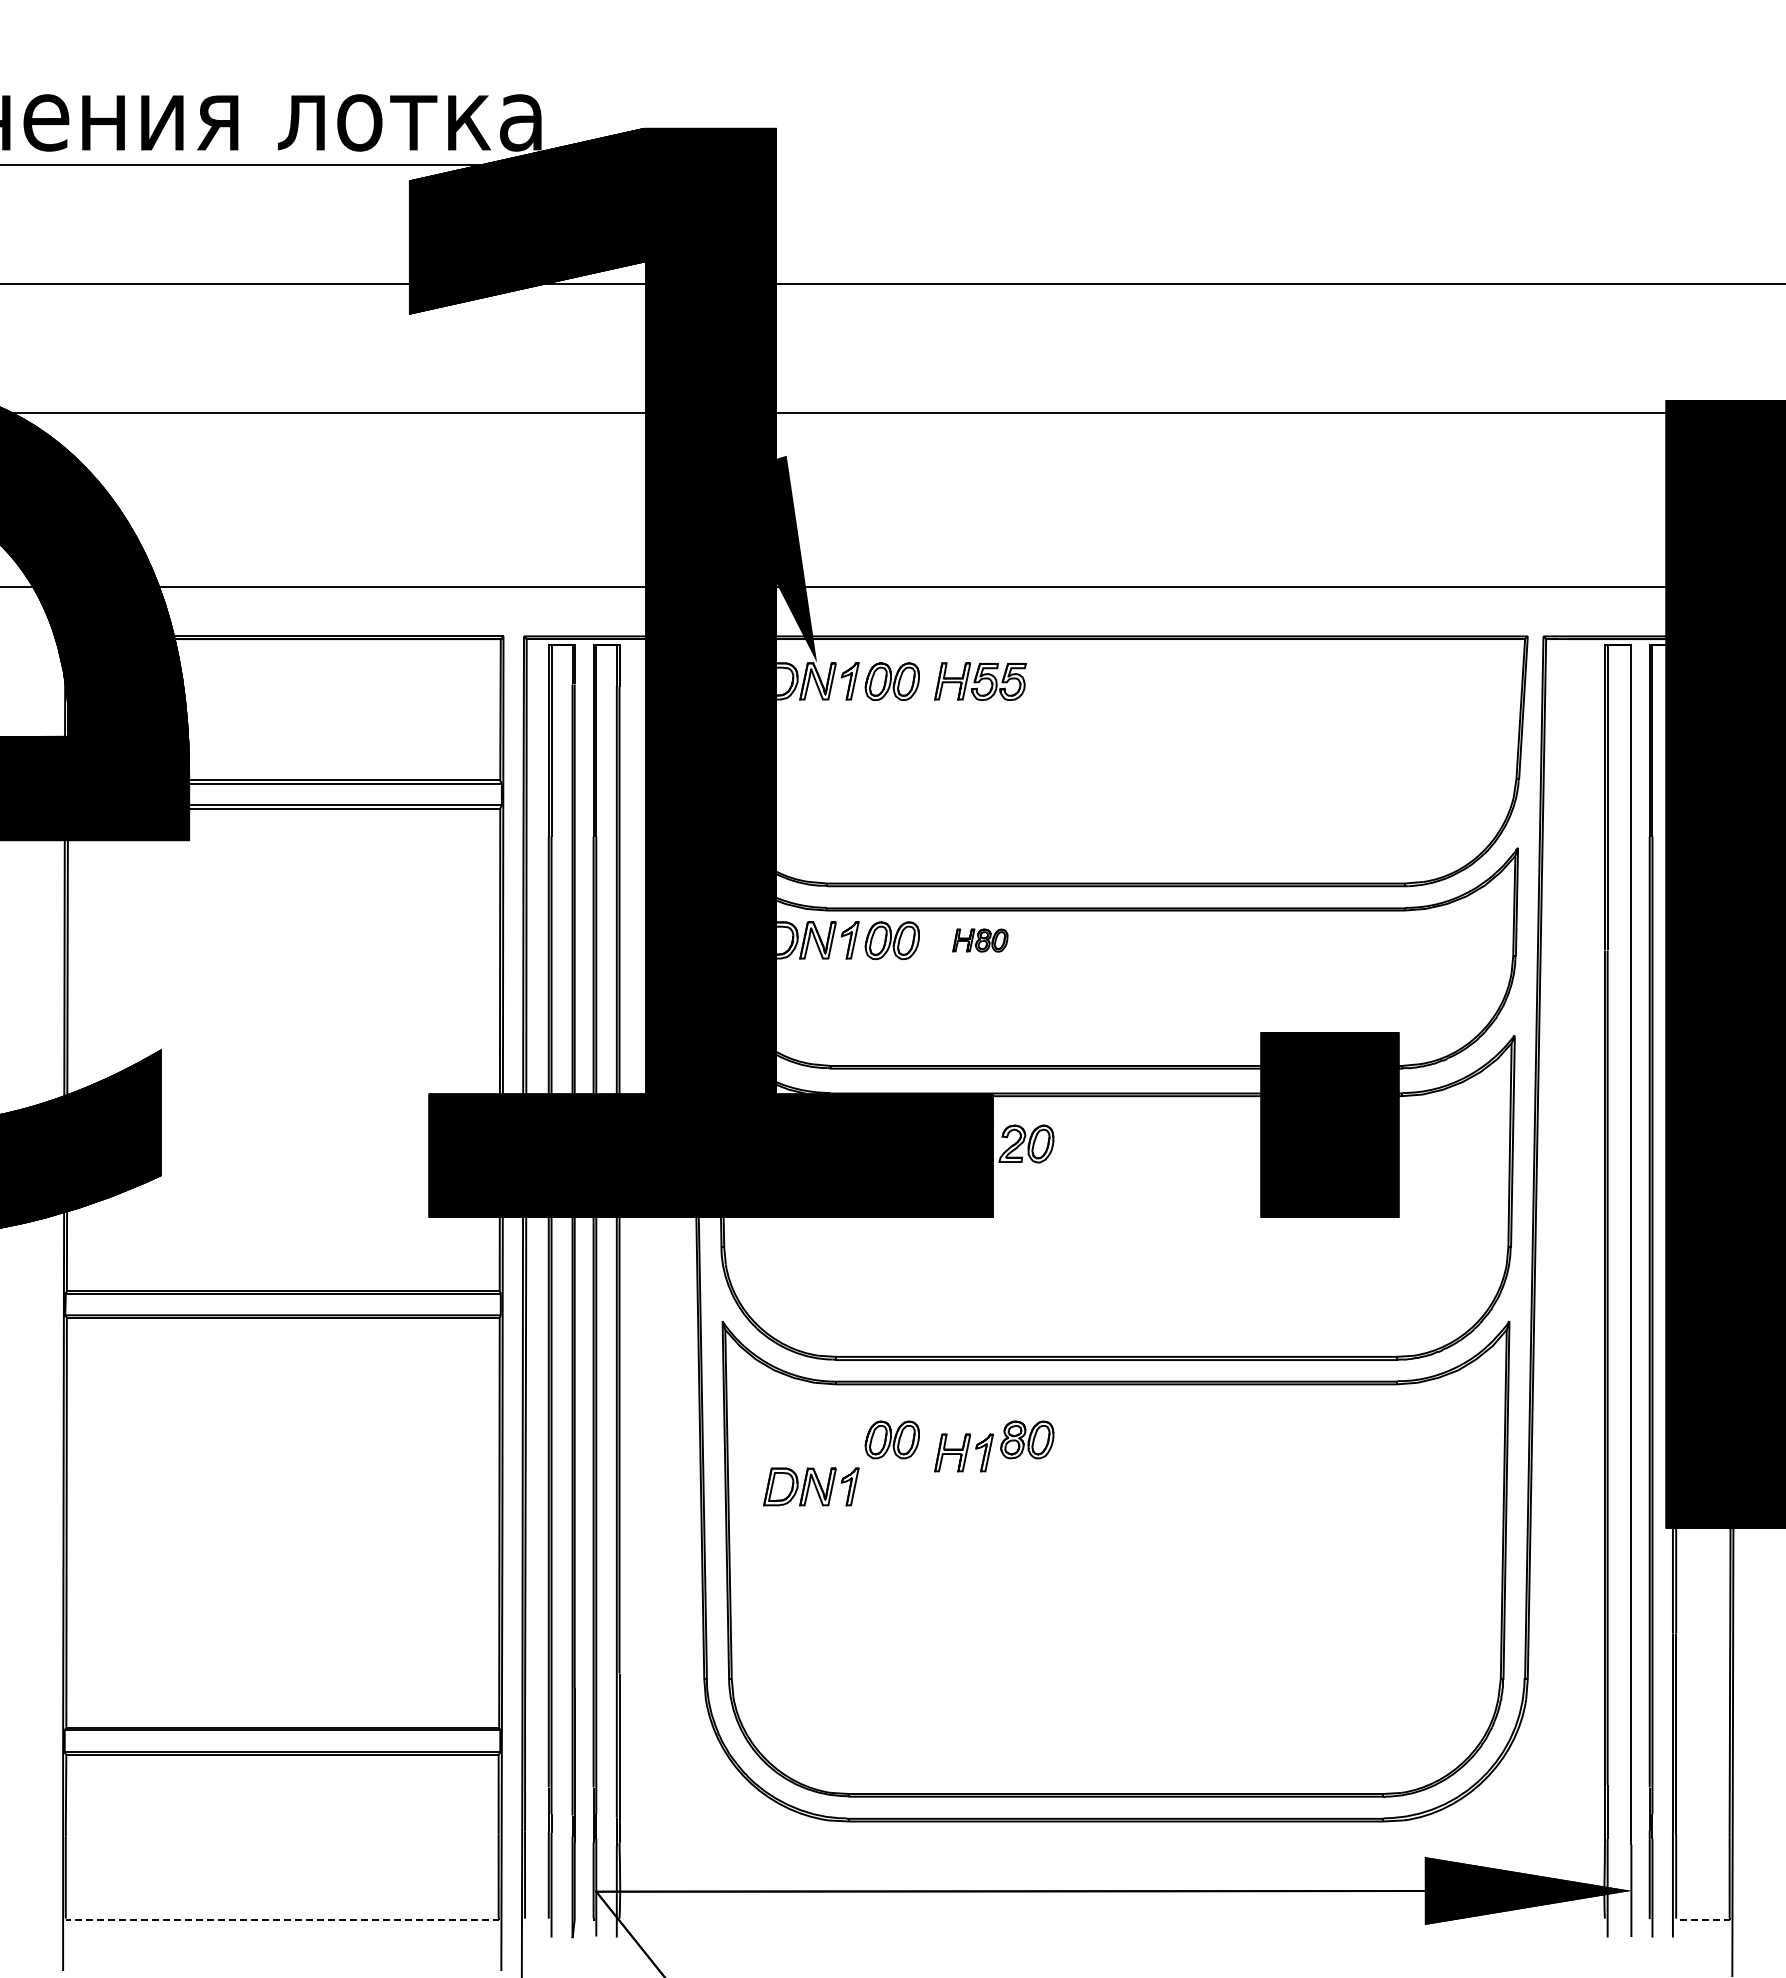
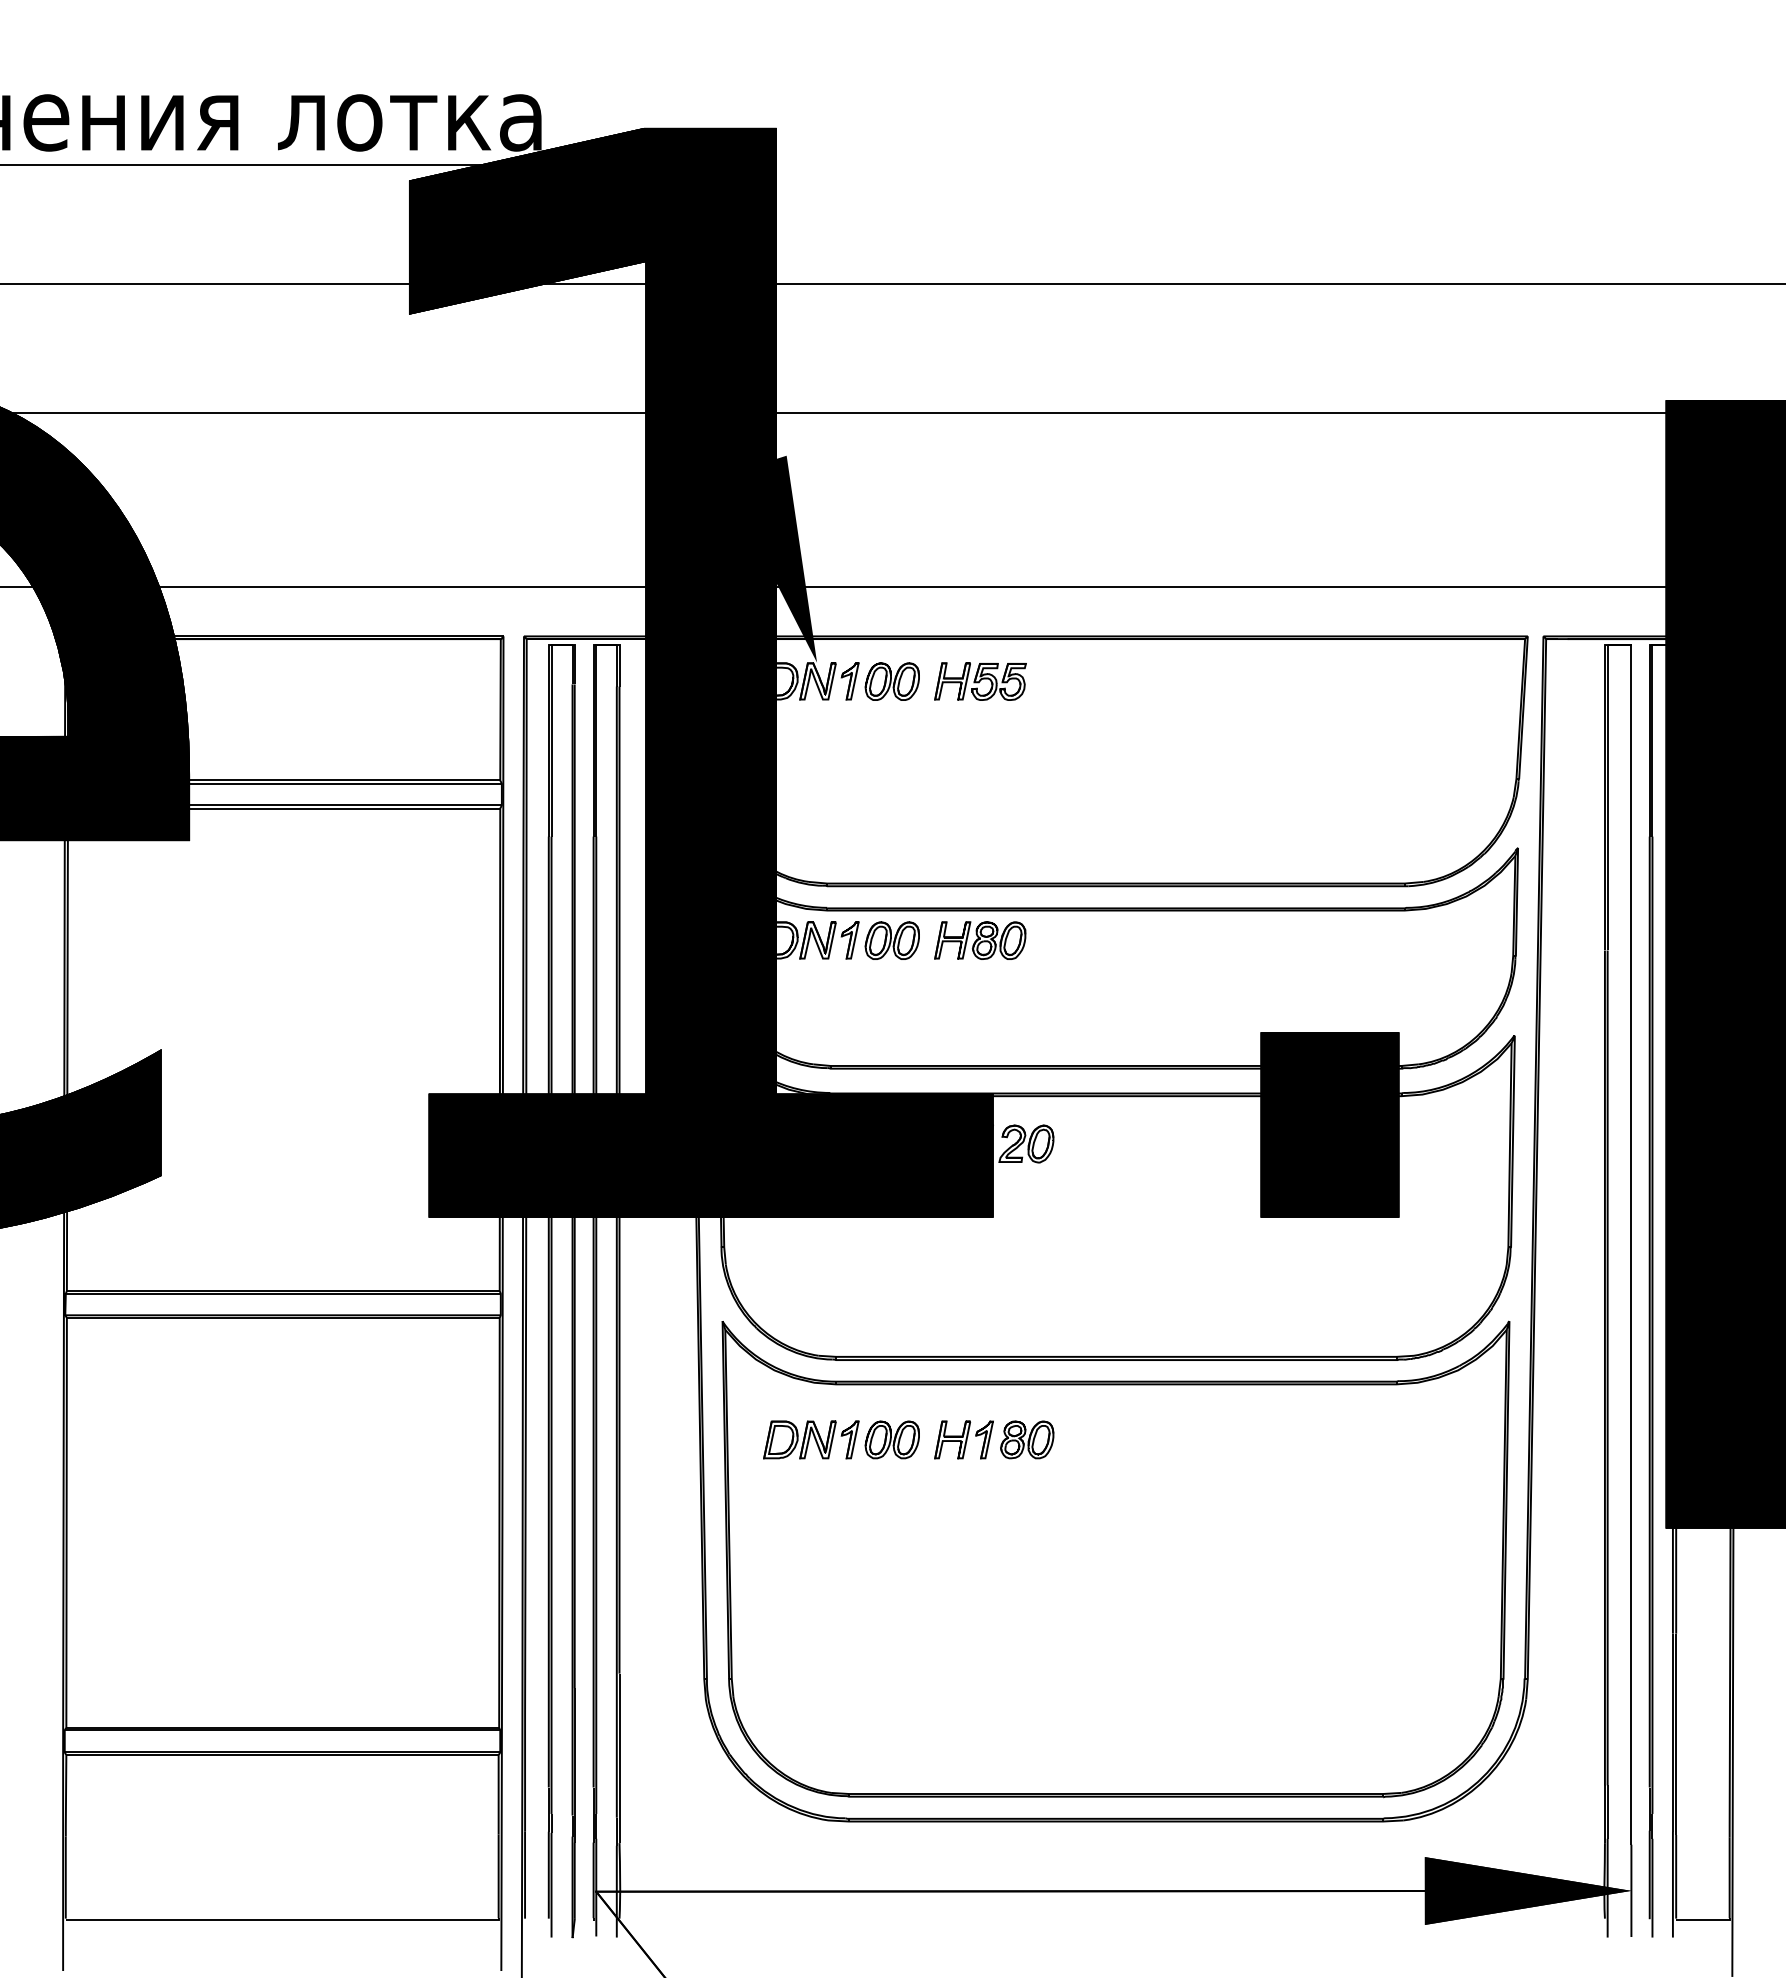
part at (980, 940) size: 57x25 px -> 93x39 px
part at (963, 1452) position: (963, 1452) -> (963, 1439)
part at (811, 1486) position: (811, 1486) -> (811, 1439)
line at (283, 1919): dashed -> solid
line at (1703, 1919): dashed -> solid
